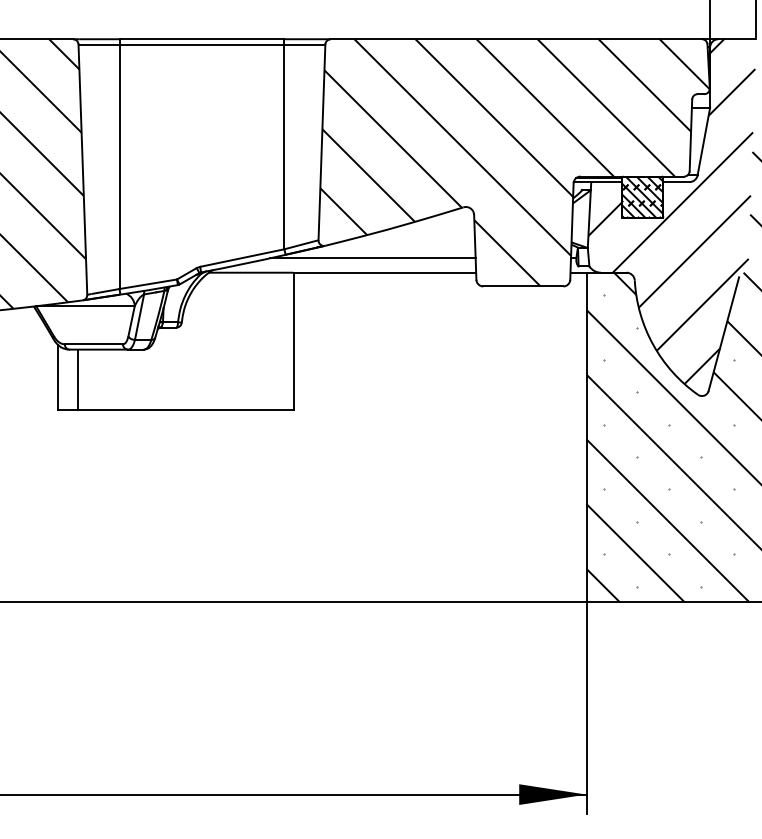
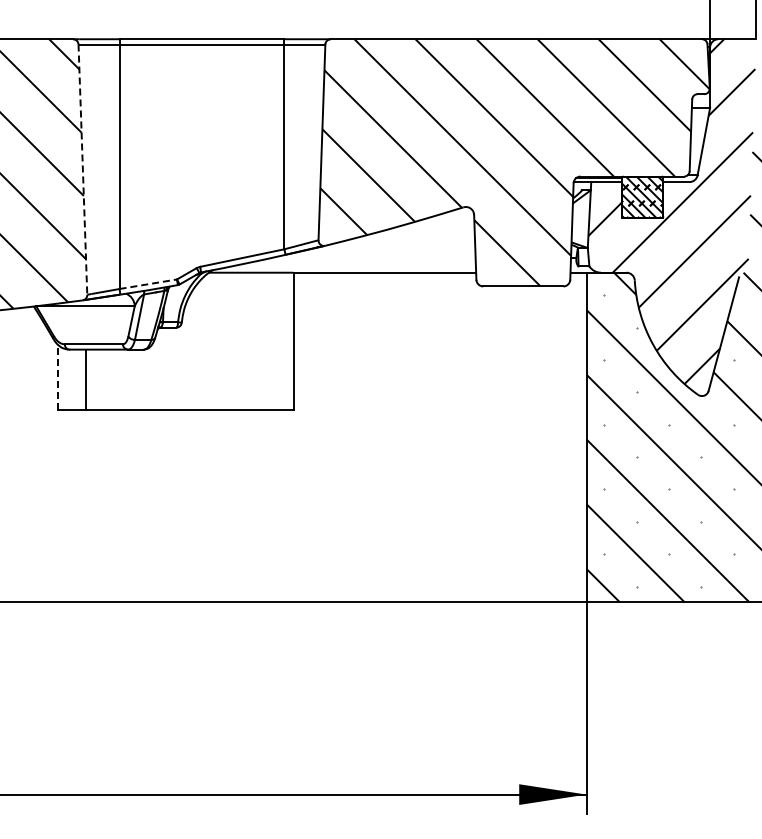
line at (82, 170): solid -> dashed
line at (372, 258): present -> none
line at (148, 284): solid -> dashed
line at (57, 377): solid -> dashed
line at (77, 379) position: (77, 379) -> (85, 379)
